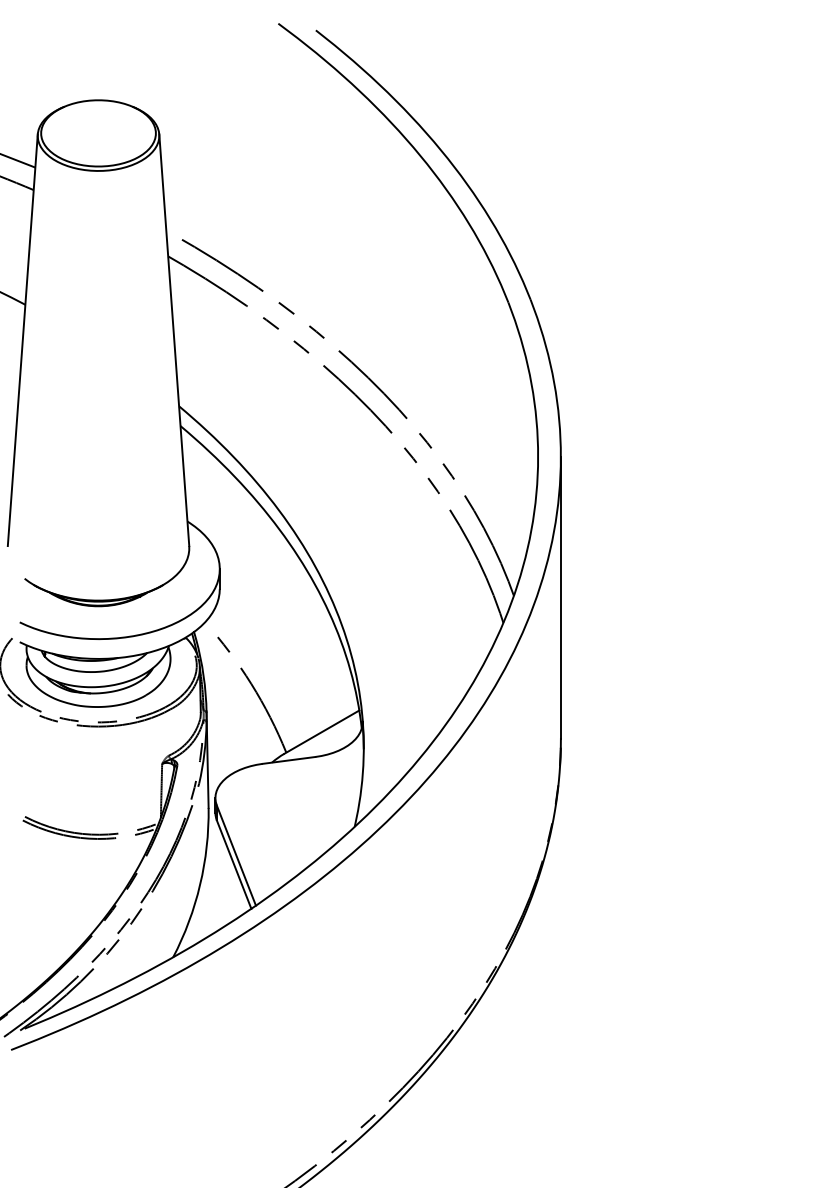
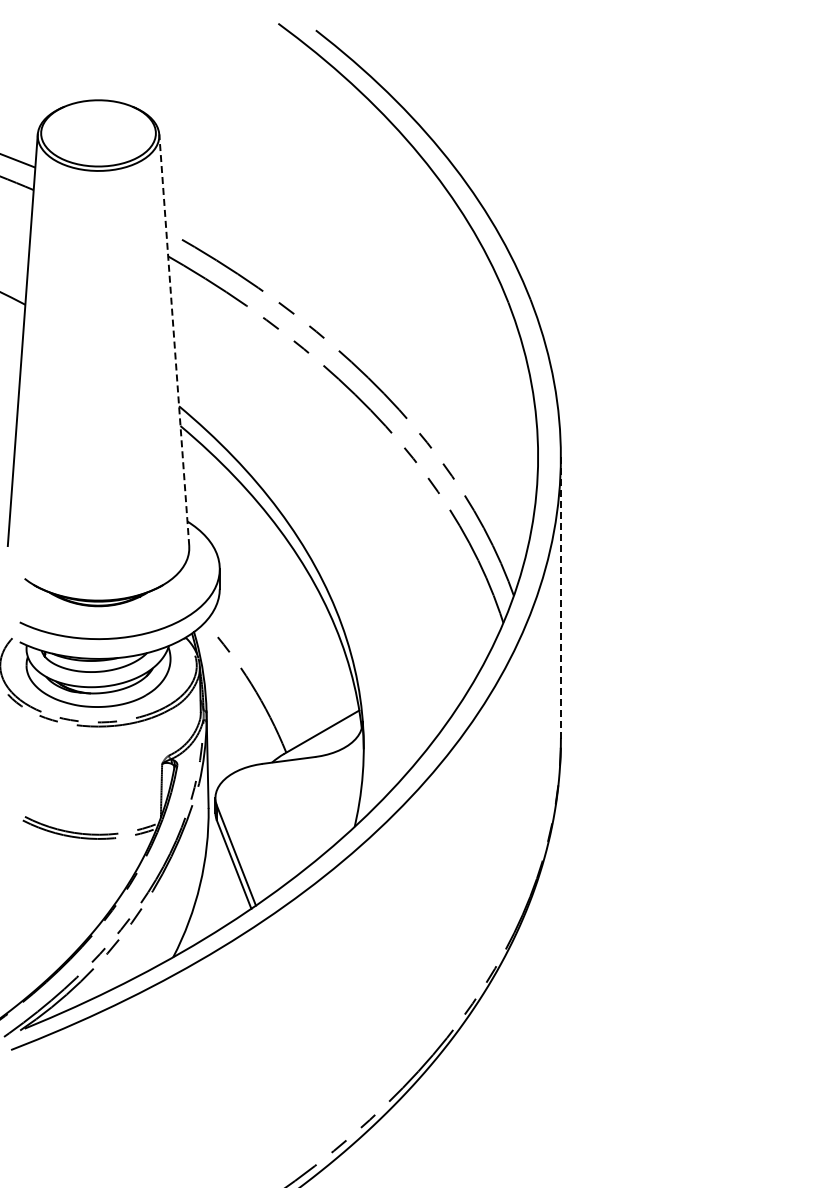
line at (174, 339): solid -> dashed
line at (560, 597): solid -> dashed
